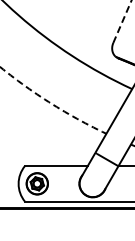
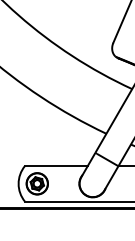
line at (122, 21): dashed -> solid
arc at (50, 103): dashed -> solid
